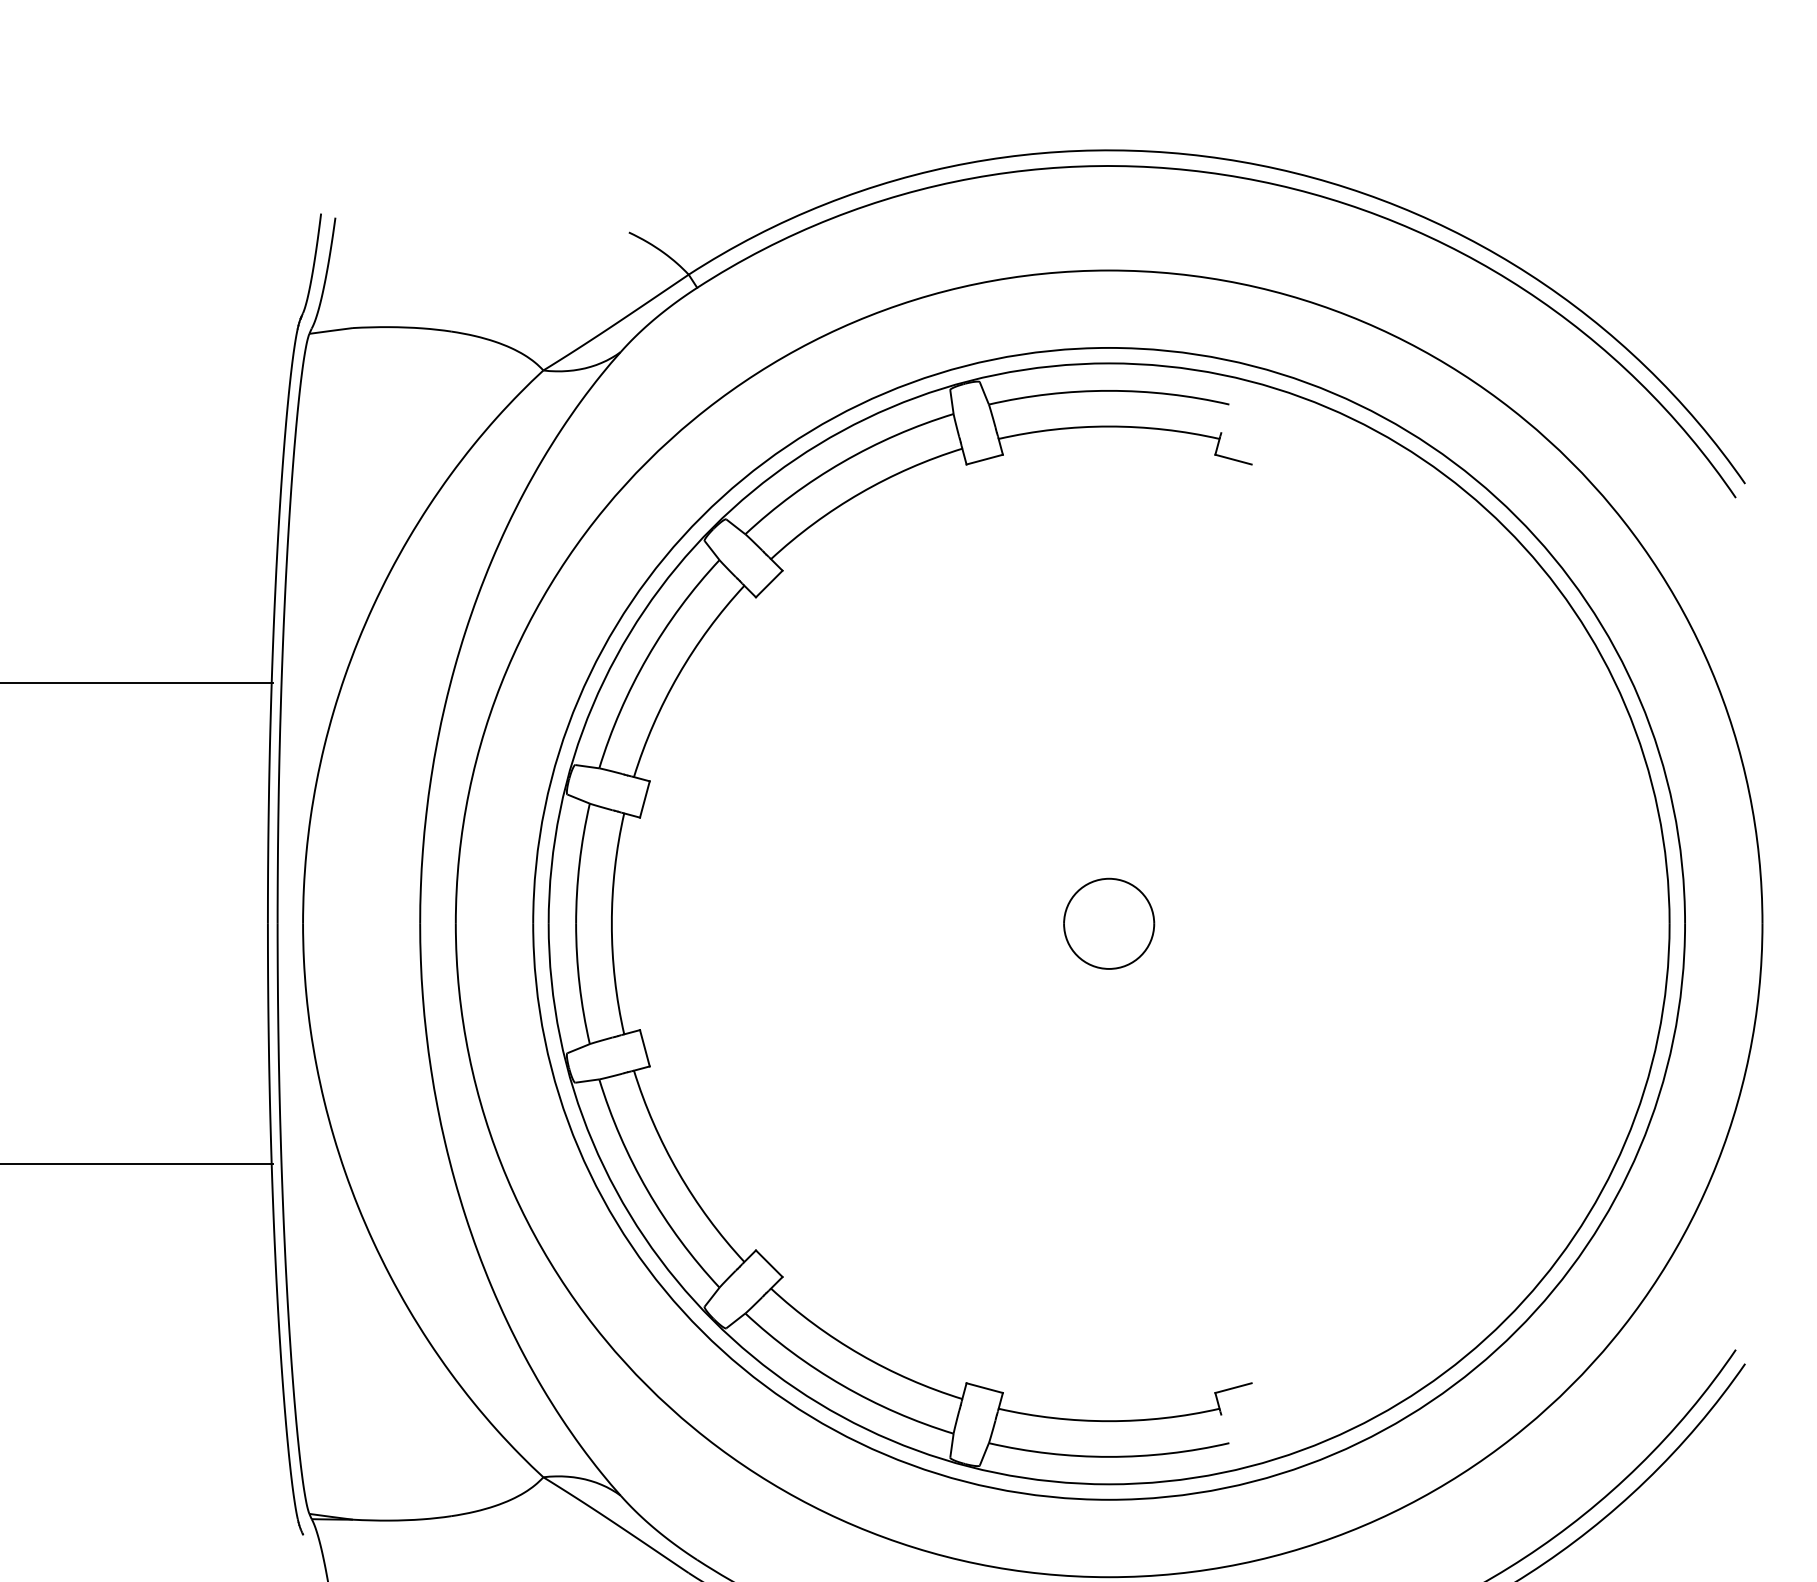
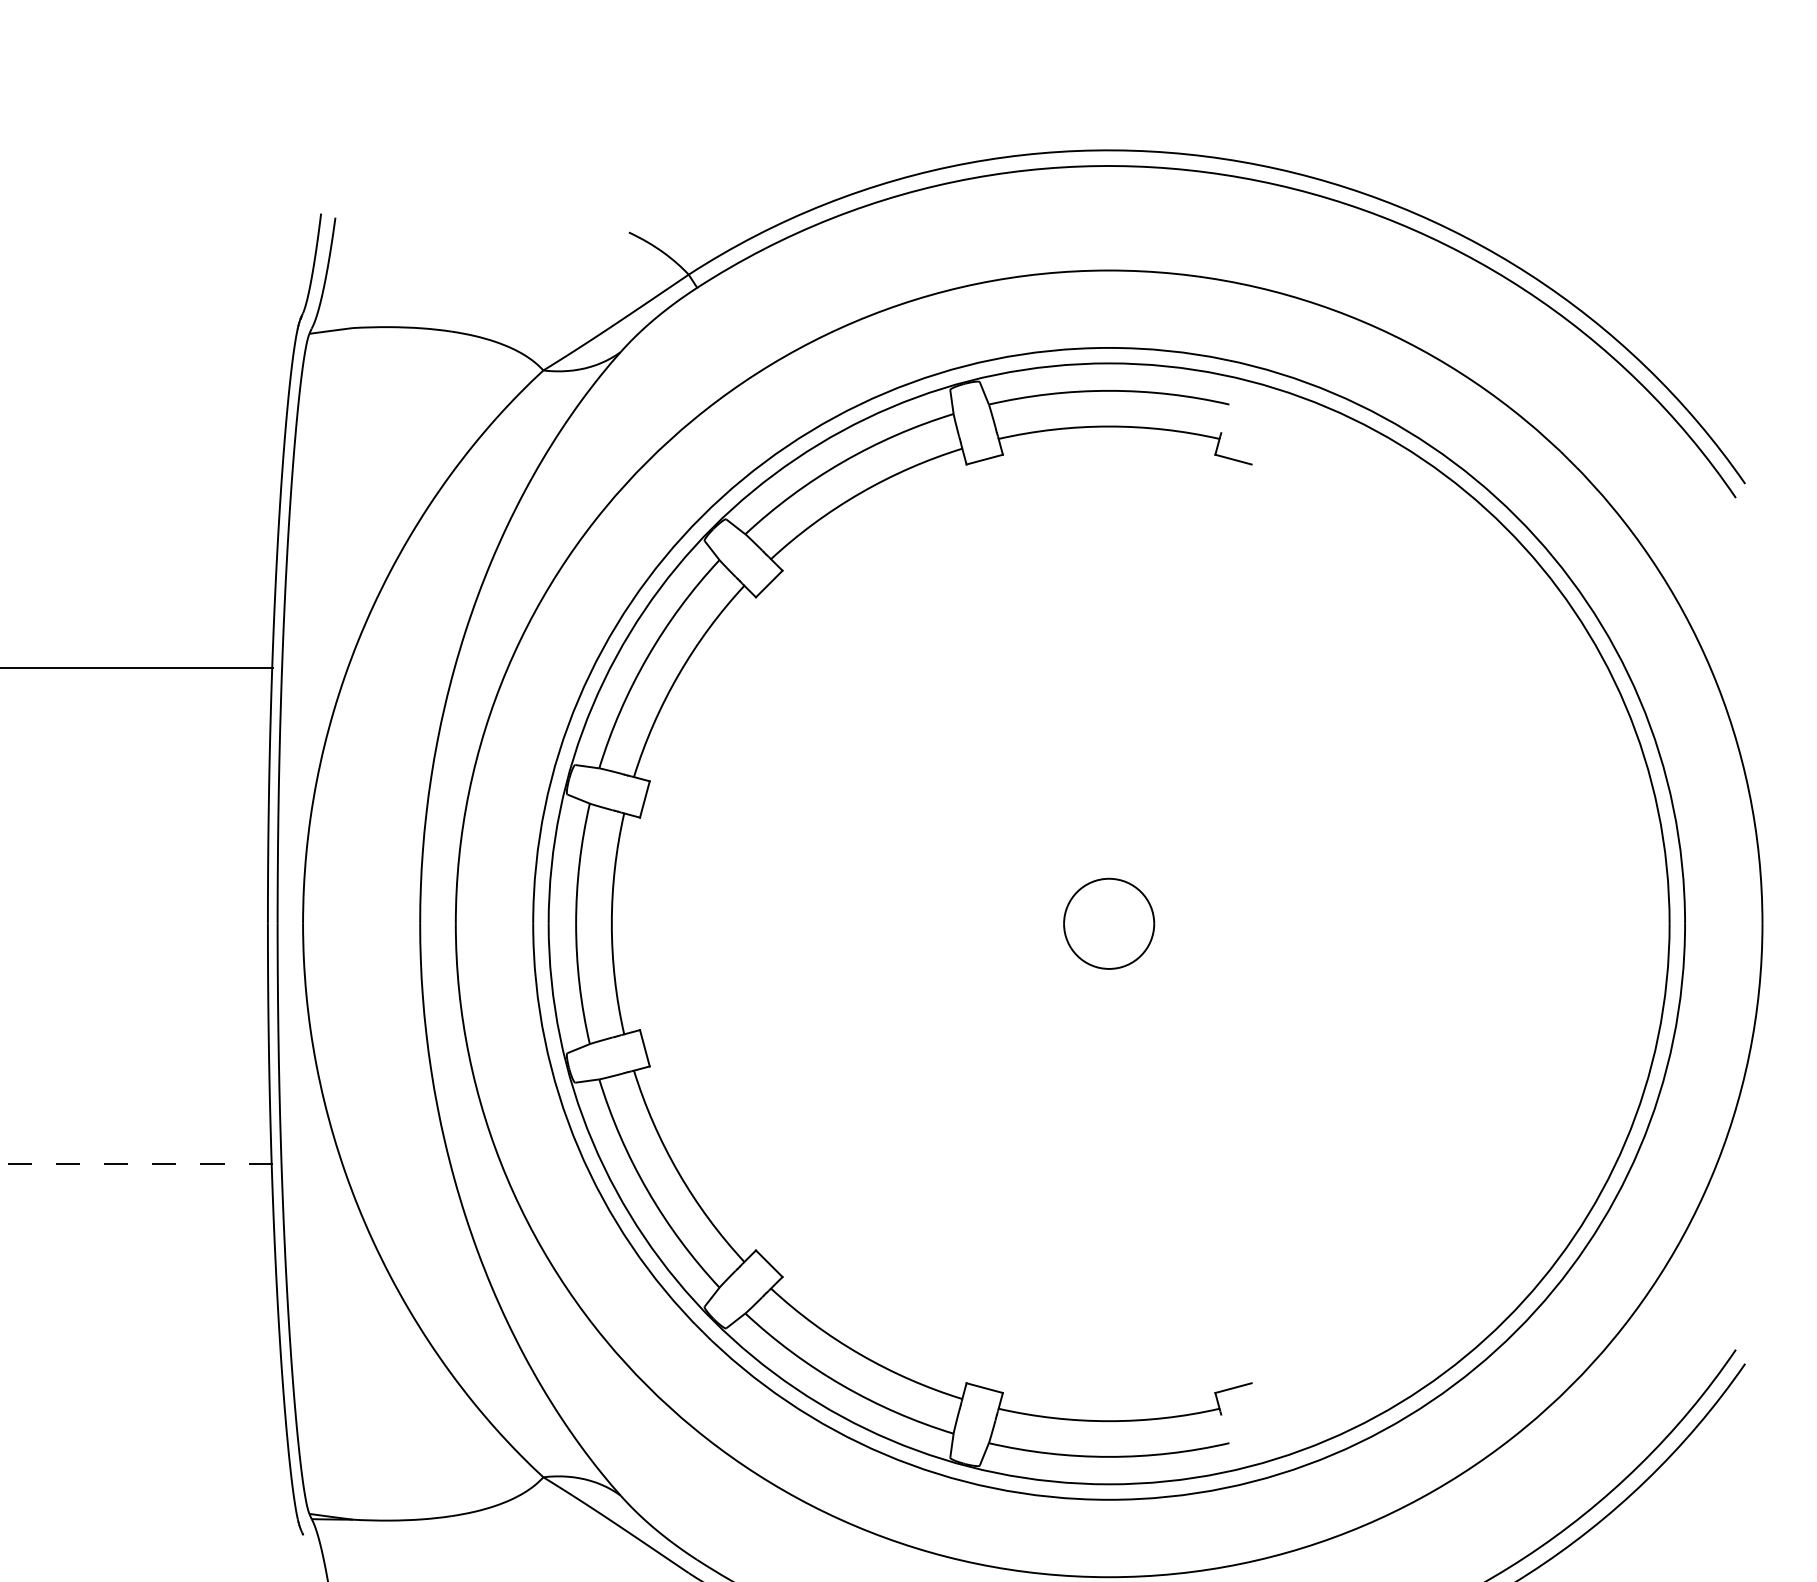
line at (137, 683) position: (137, 683) -> (137, 668)
line at (136, 1164): solid -> dashed
